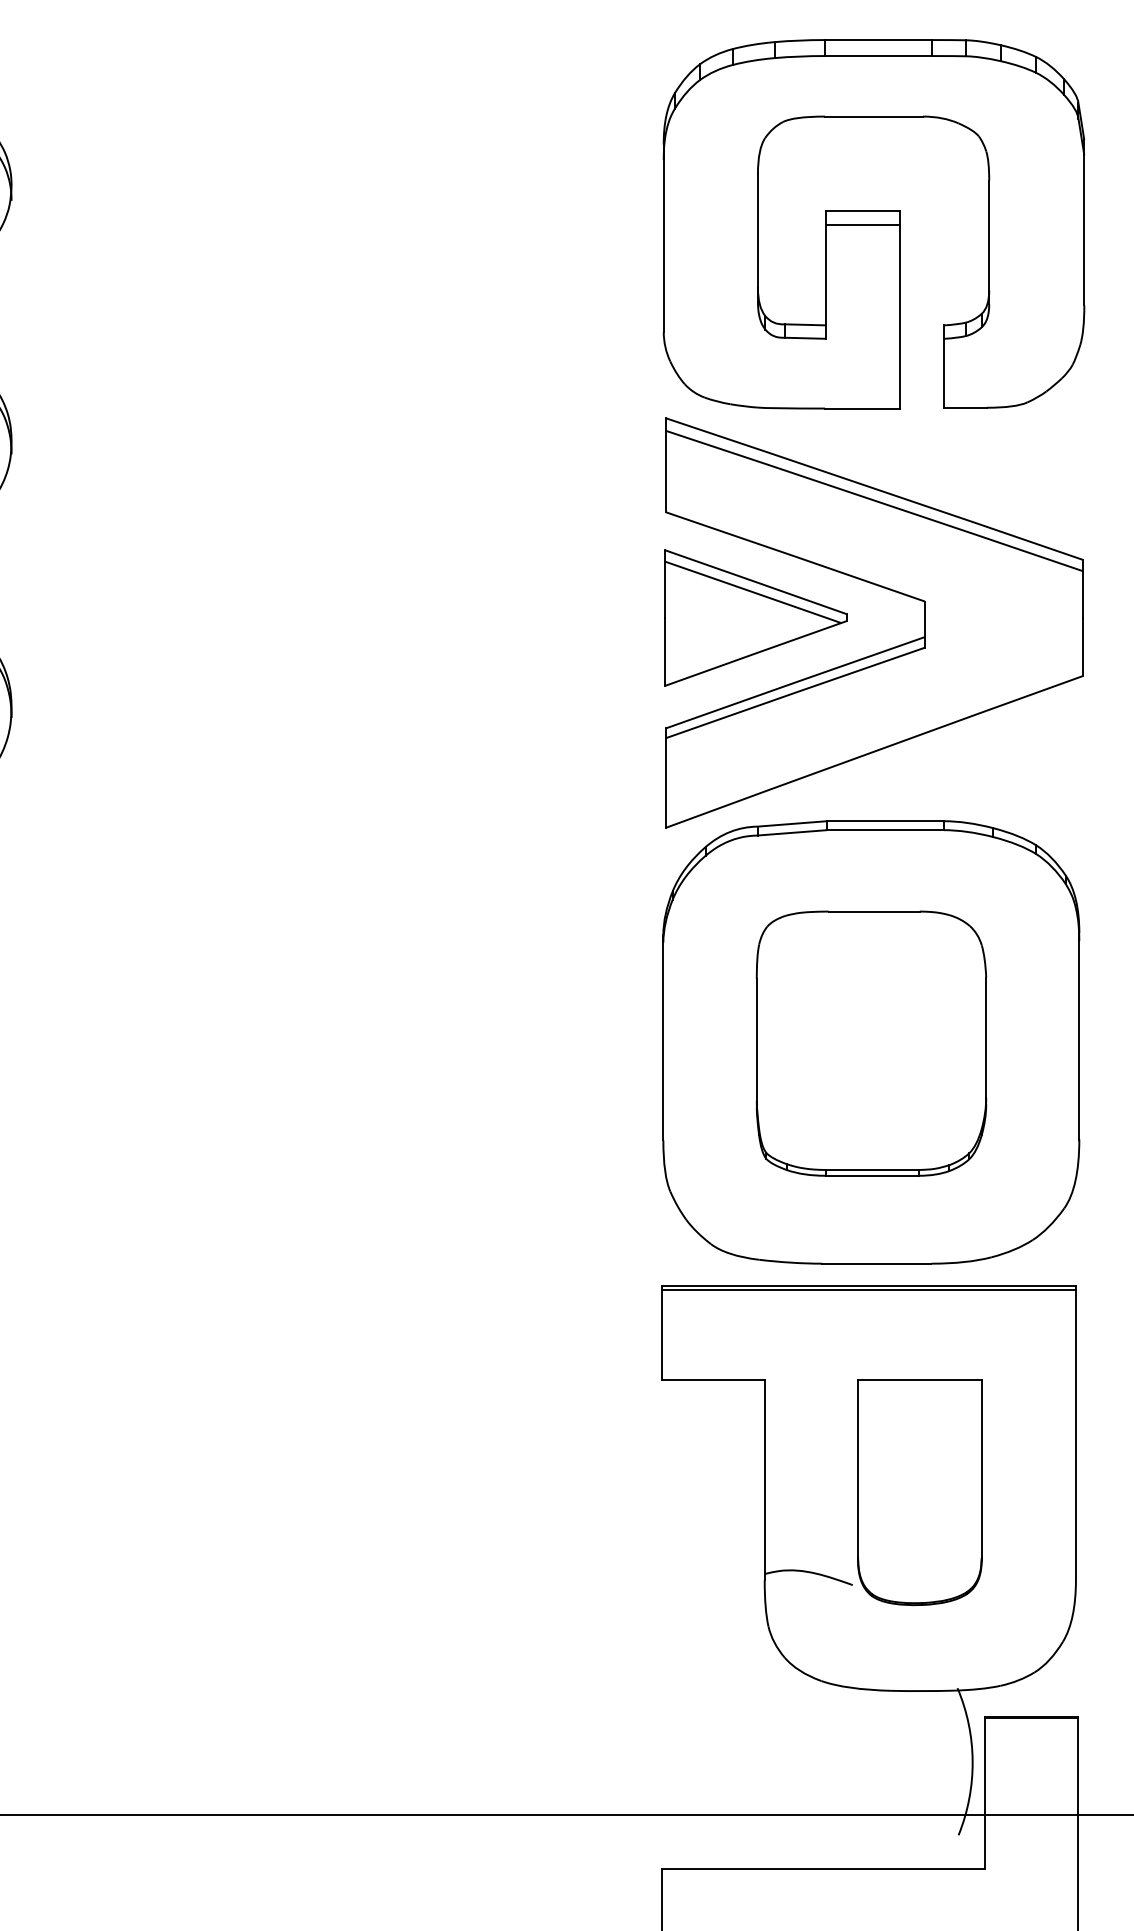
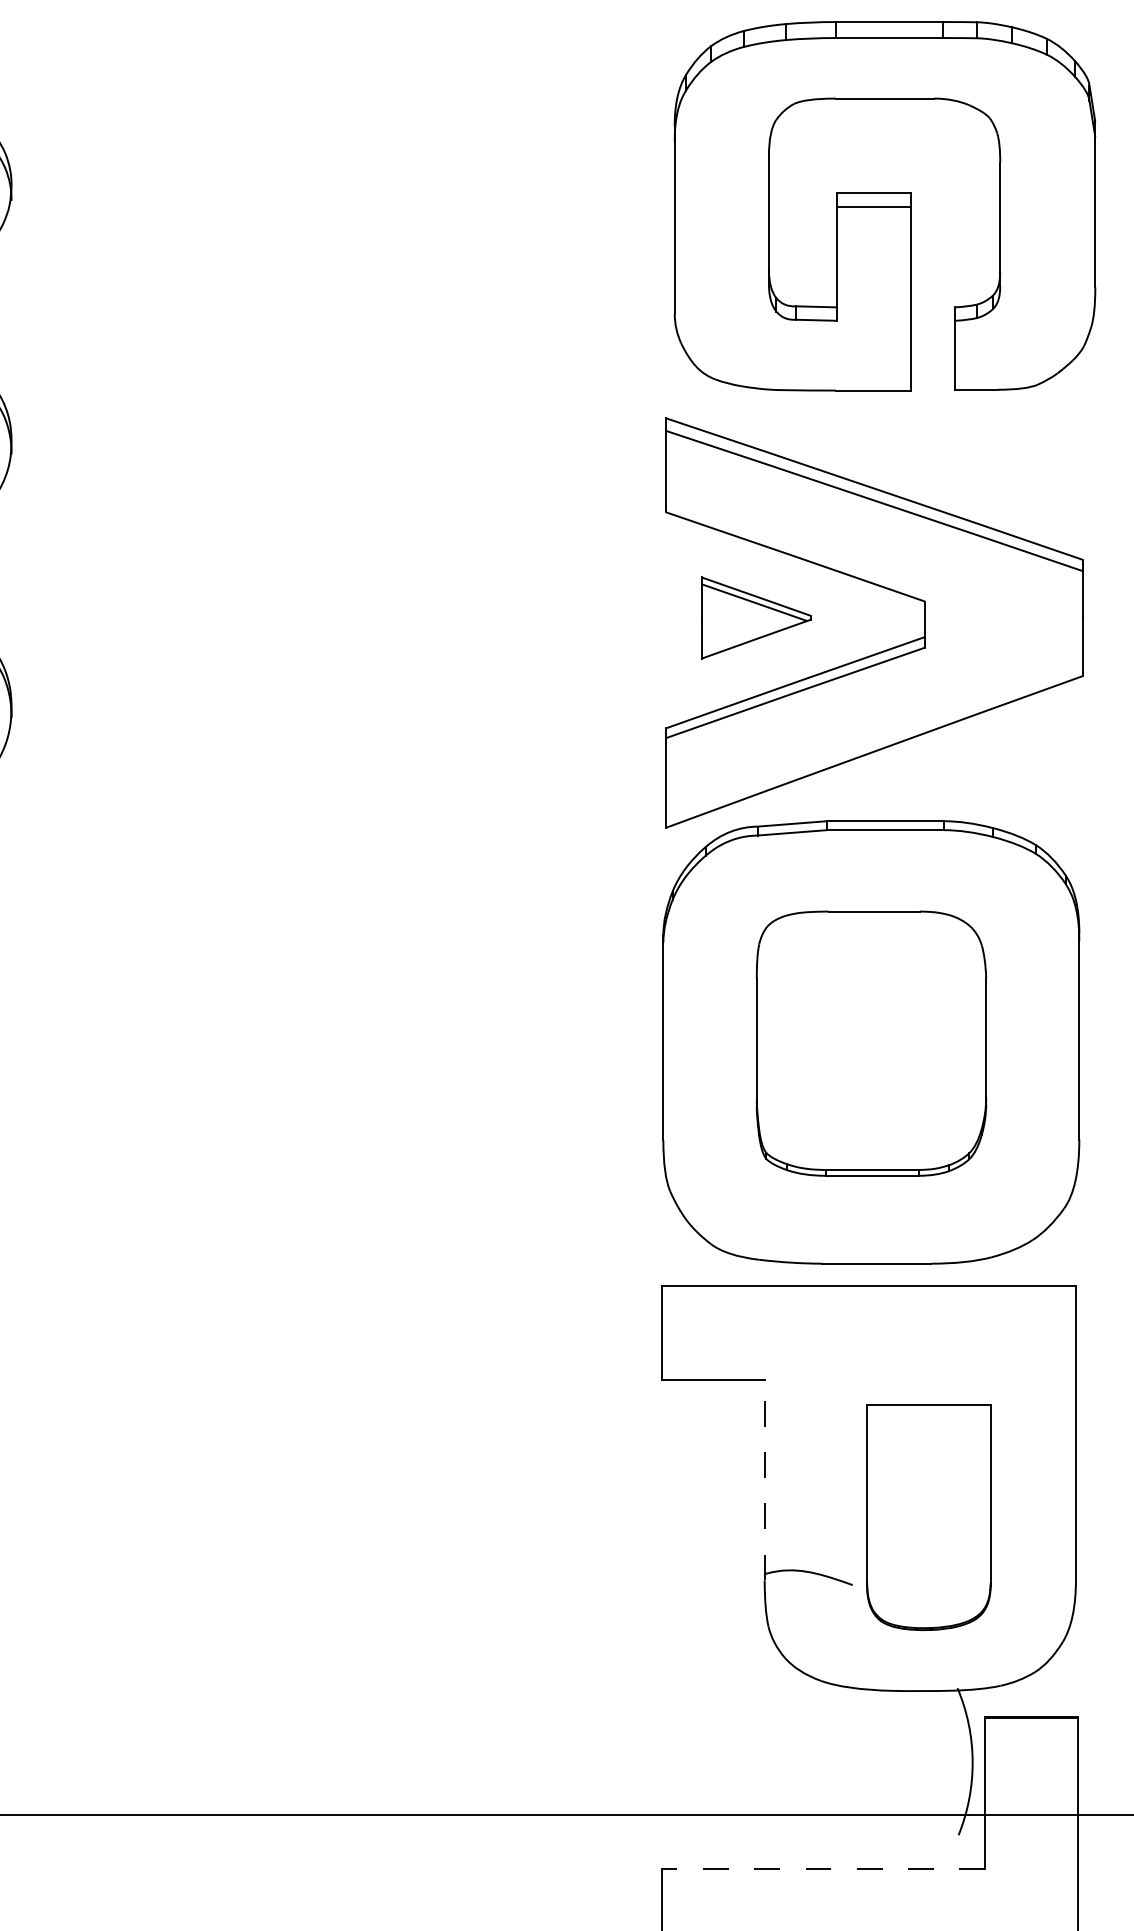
part at (873, 224) position: (873, 224) -> (884, 206)
part at (755, 617) size: 184x138 px -> 111x84 px
line at (868, 1290): present -> none
line at (764, 1479): solid -> dashed
part at (919, 1492) position: (919, 1492) -> (928, 1517)
line at (823, 1868): solid -> dashed
